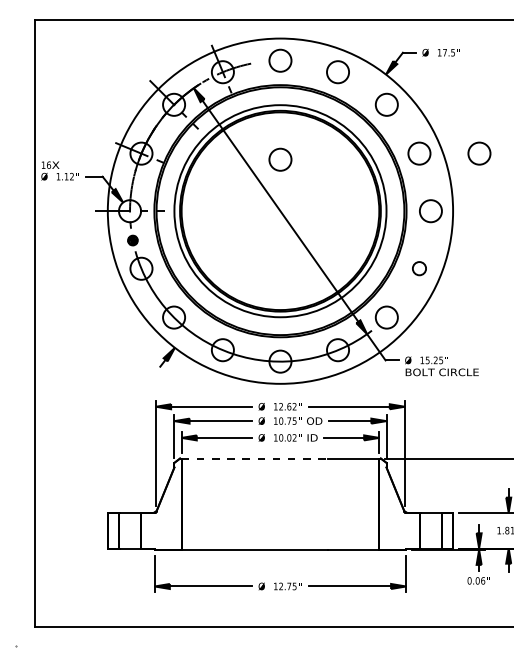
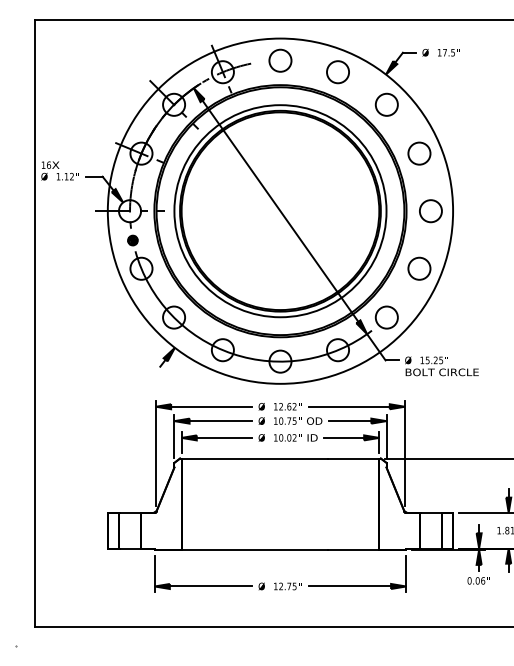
circle at (479, 153): present -> none
circle at (280, 159): present -> none
circle at (419, 268) size: 15x16 px -> 25x25 px
line at (255, 458): dashed -> solid
